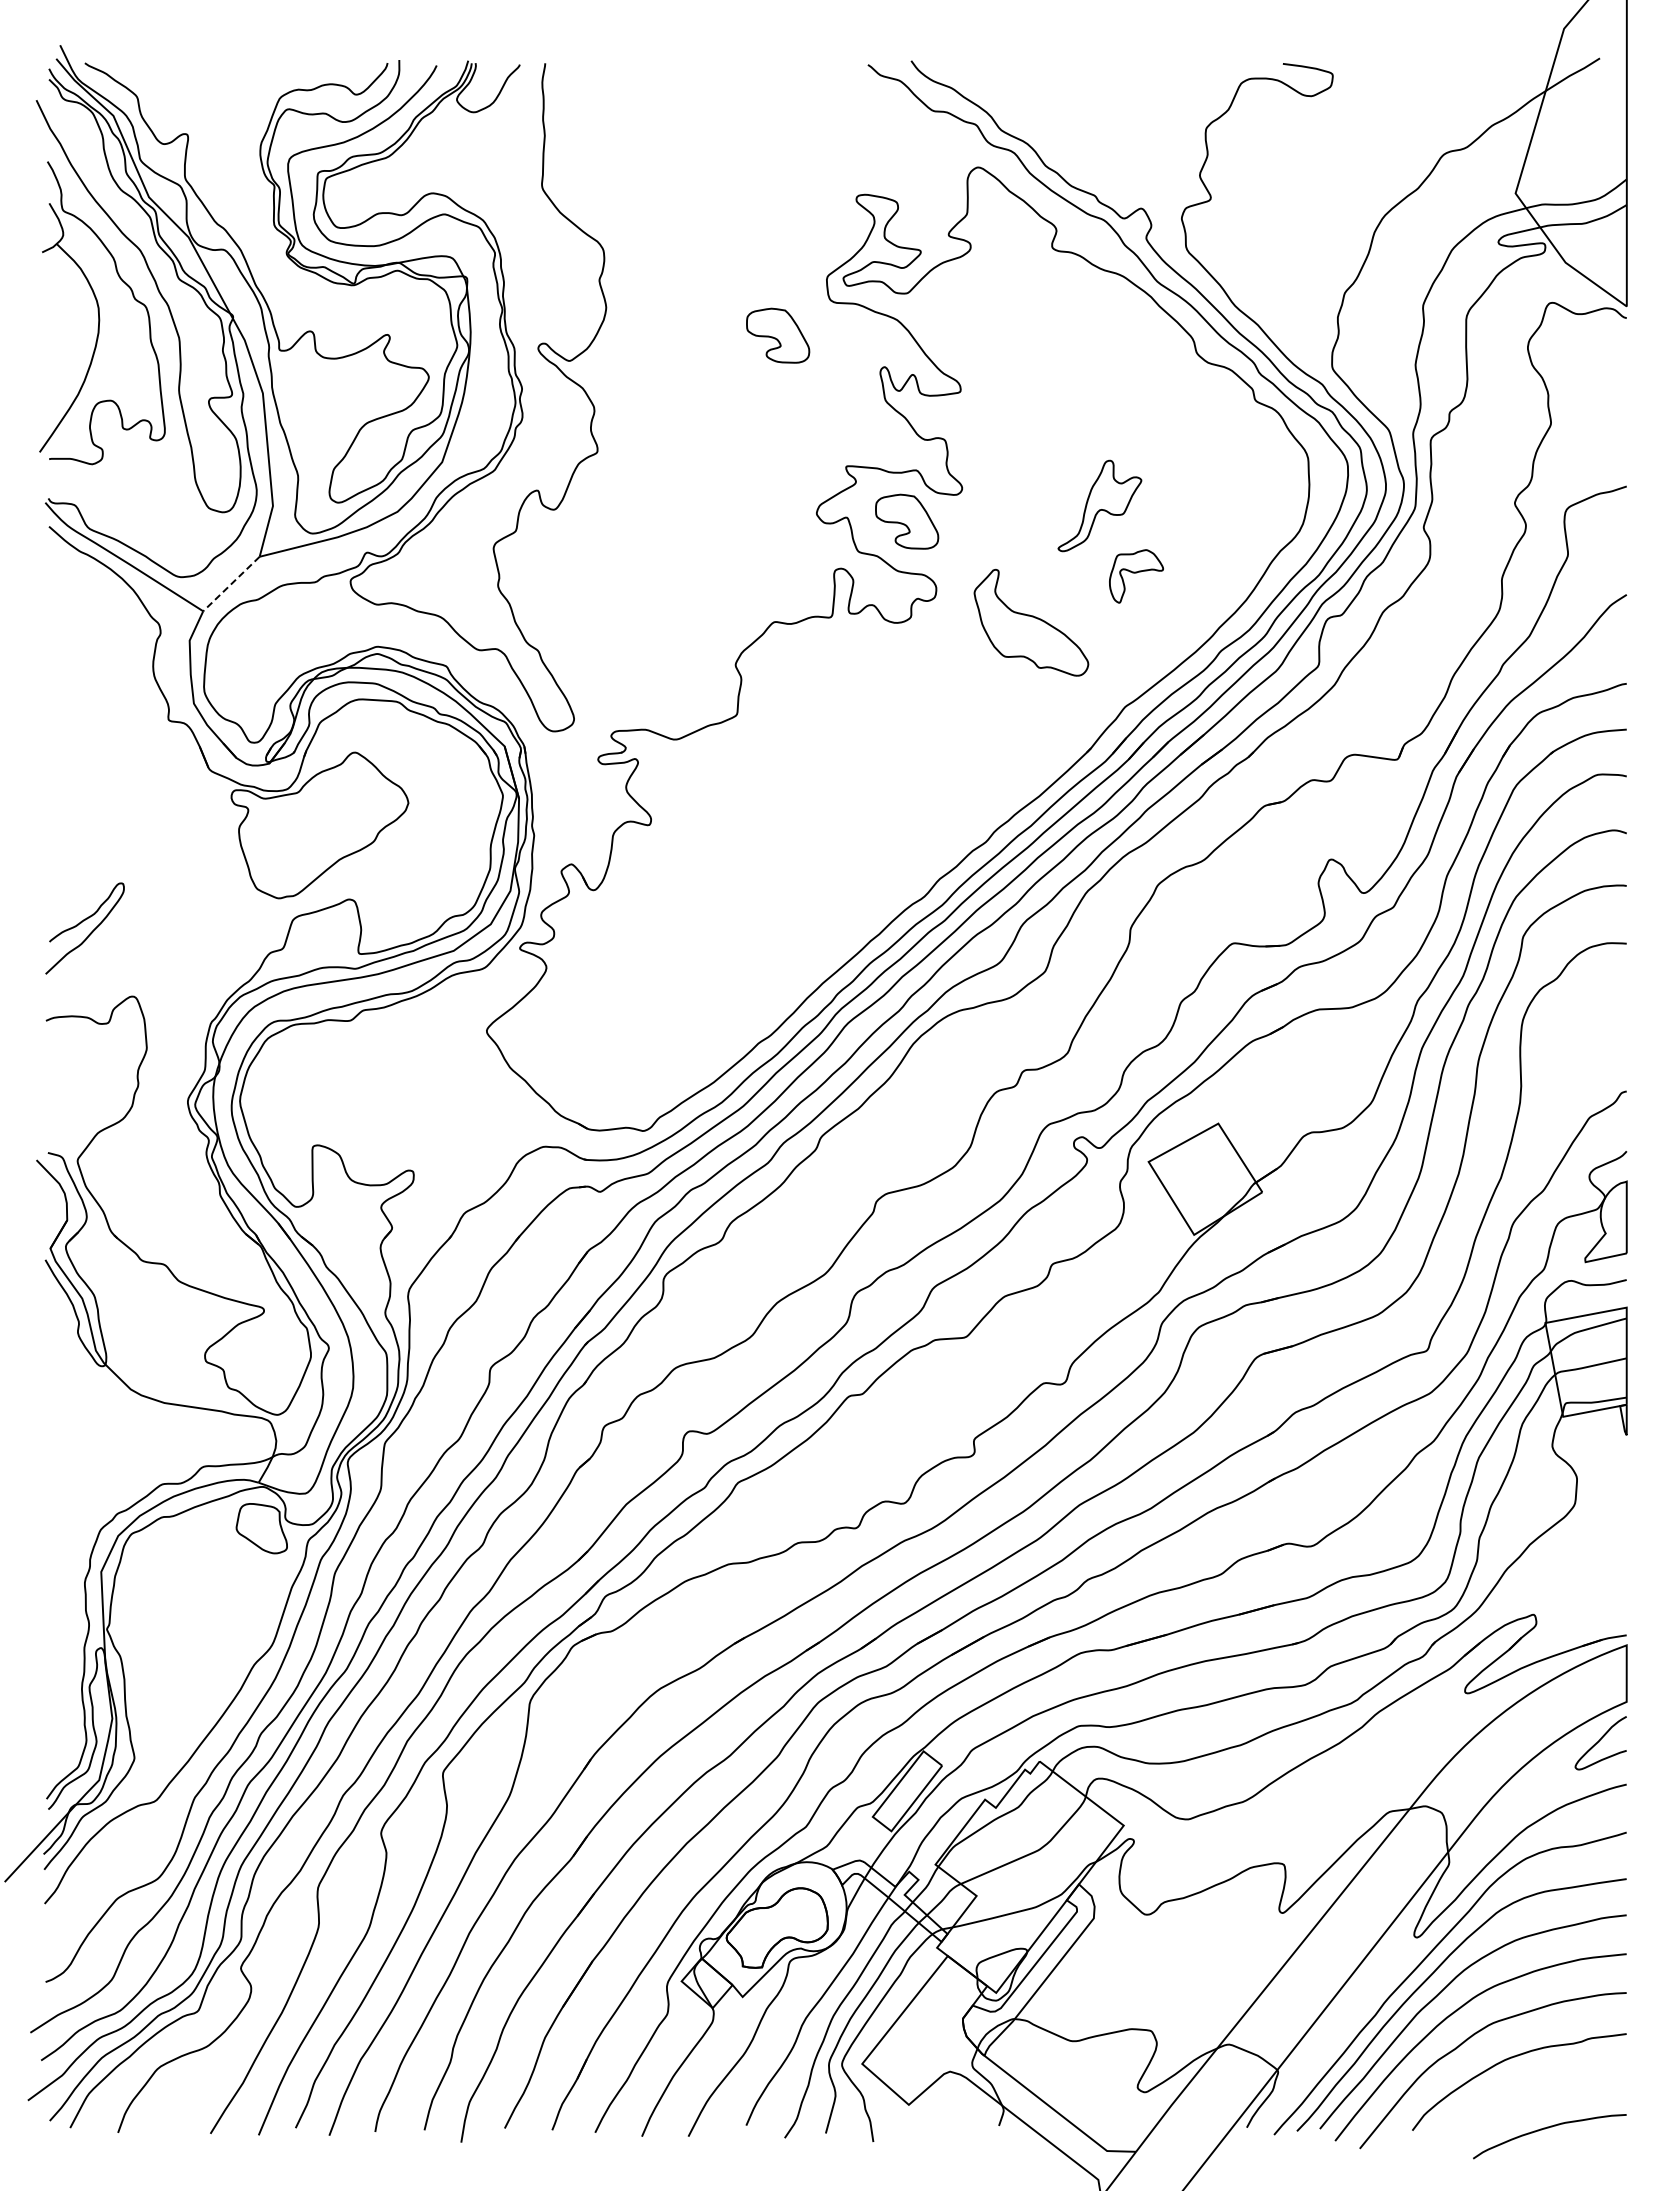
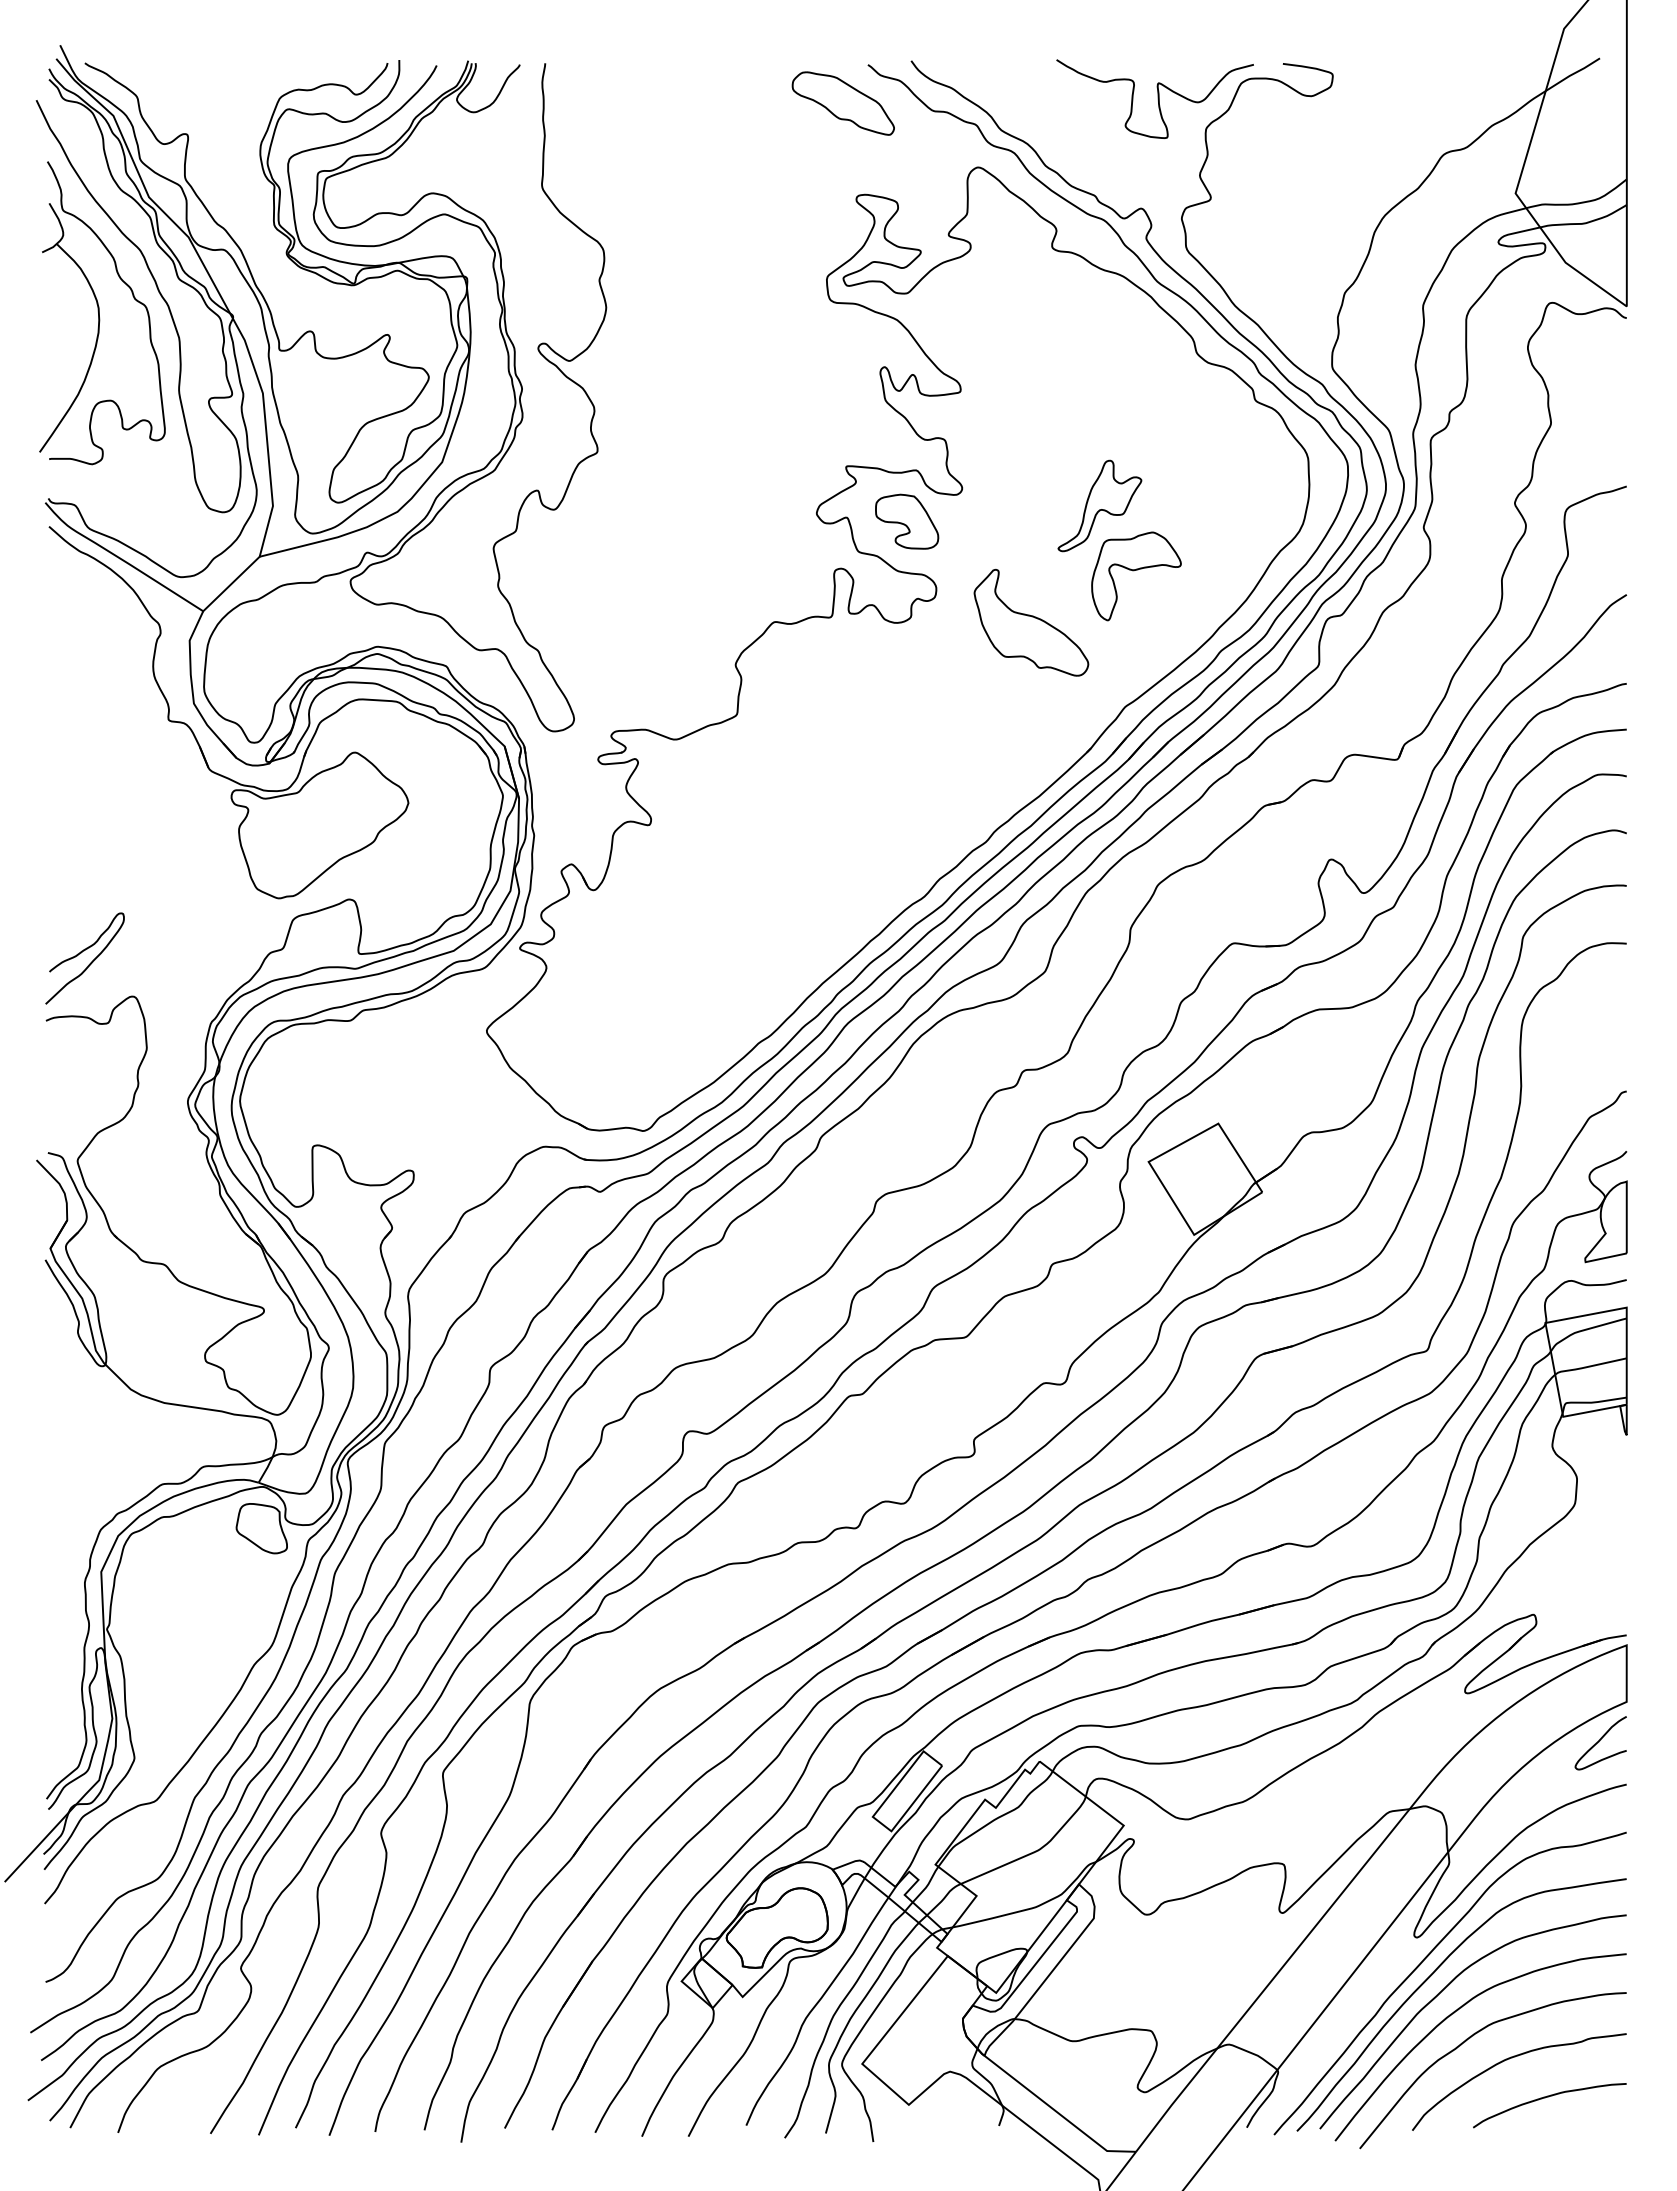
curve at (1157, 98): none -> present
part at (842, 103): none -> present
part at (778, 335): present -> none
part at (1136, 576) size: 55x55 px -> 91x91 px
line at (231, 584): dashed -> solid
curve at (81, 923) position: (81, 923) -> (81, 953)
curve at (1548, 2128) position: (1548, 2128) -> (1548, 2097)
